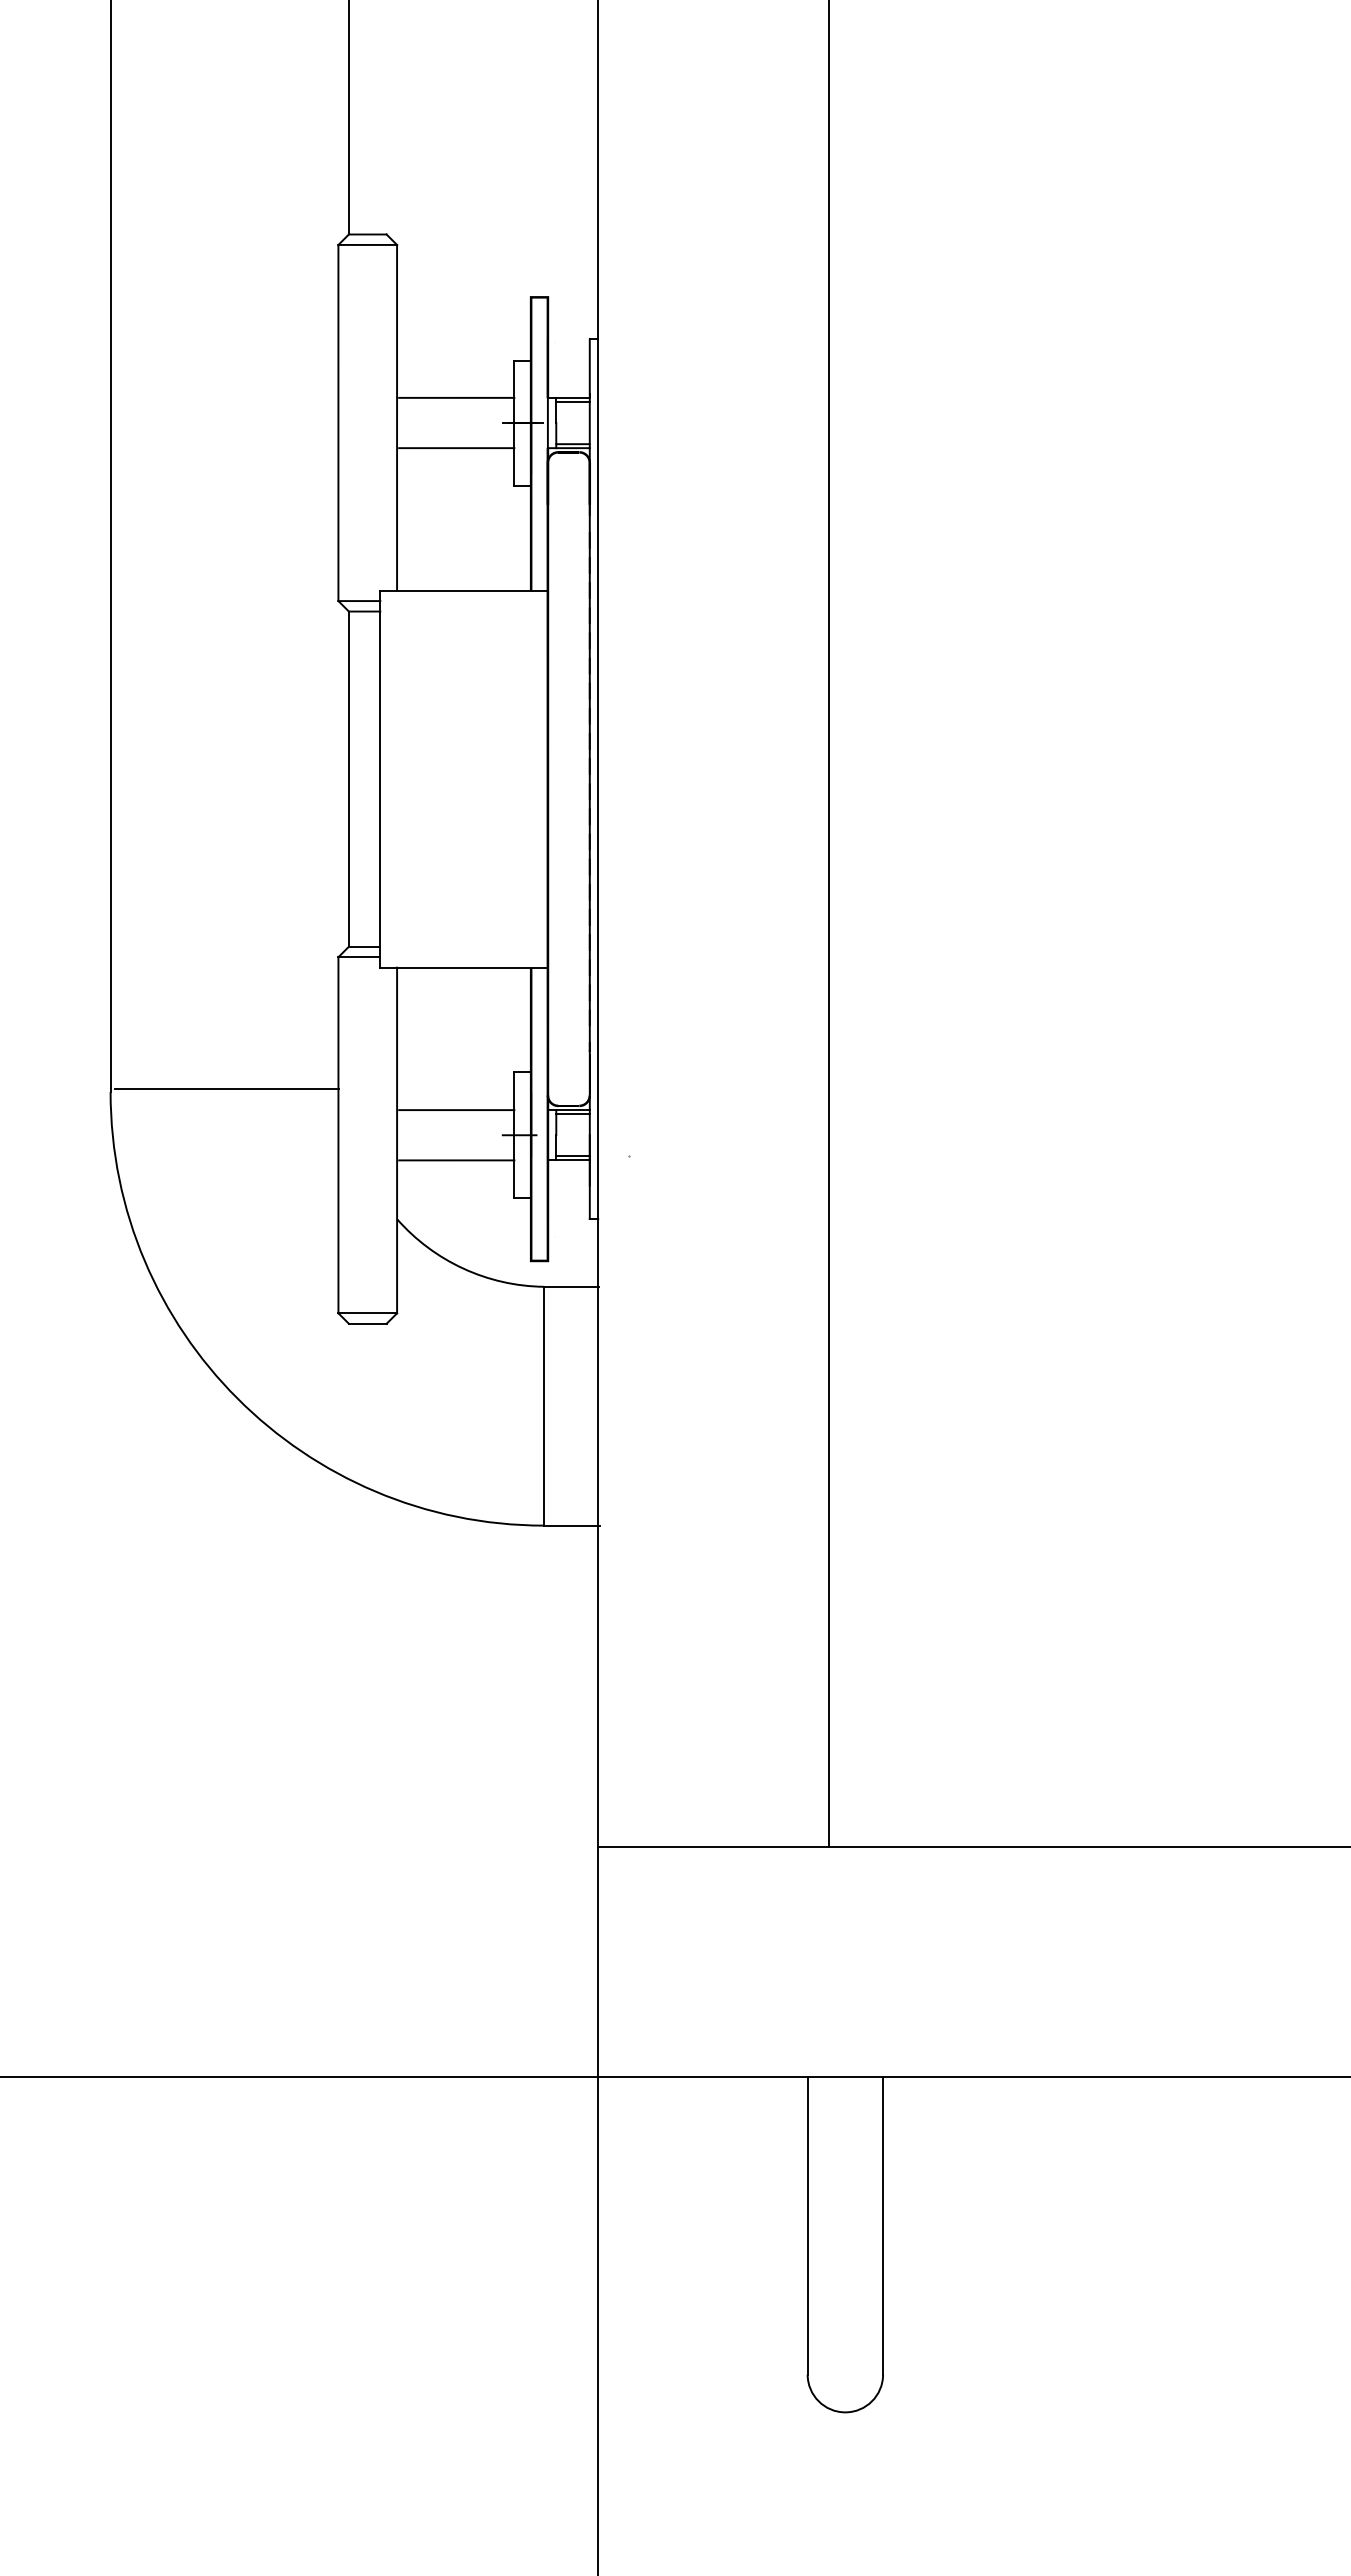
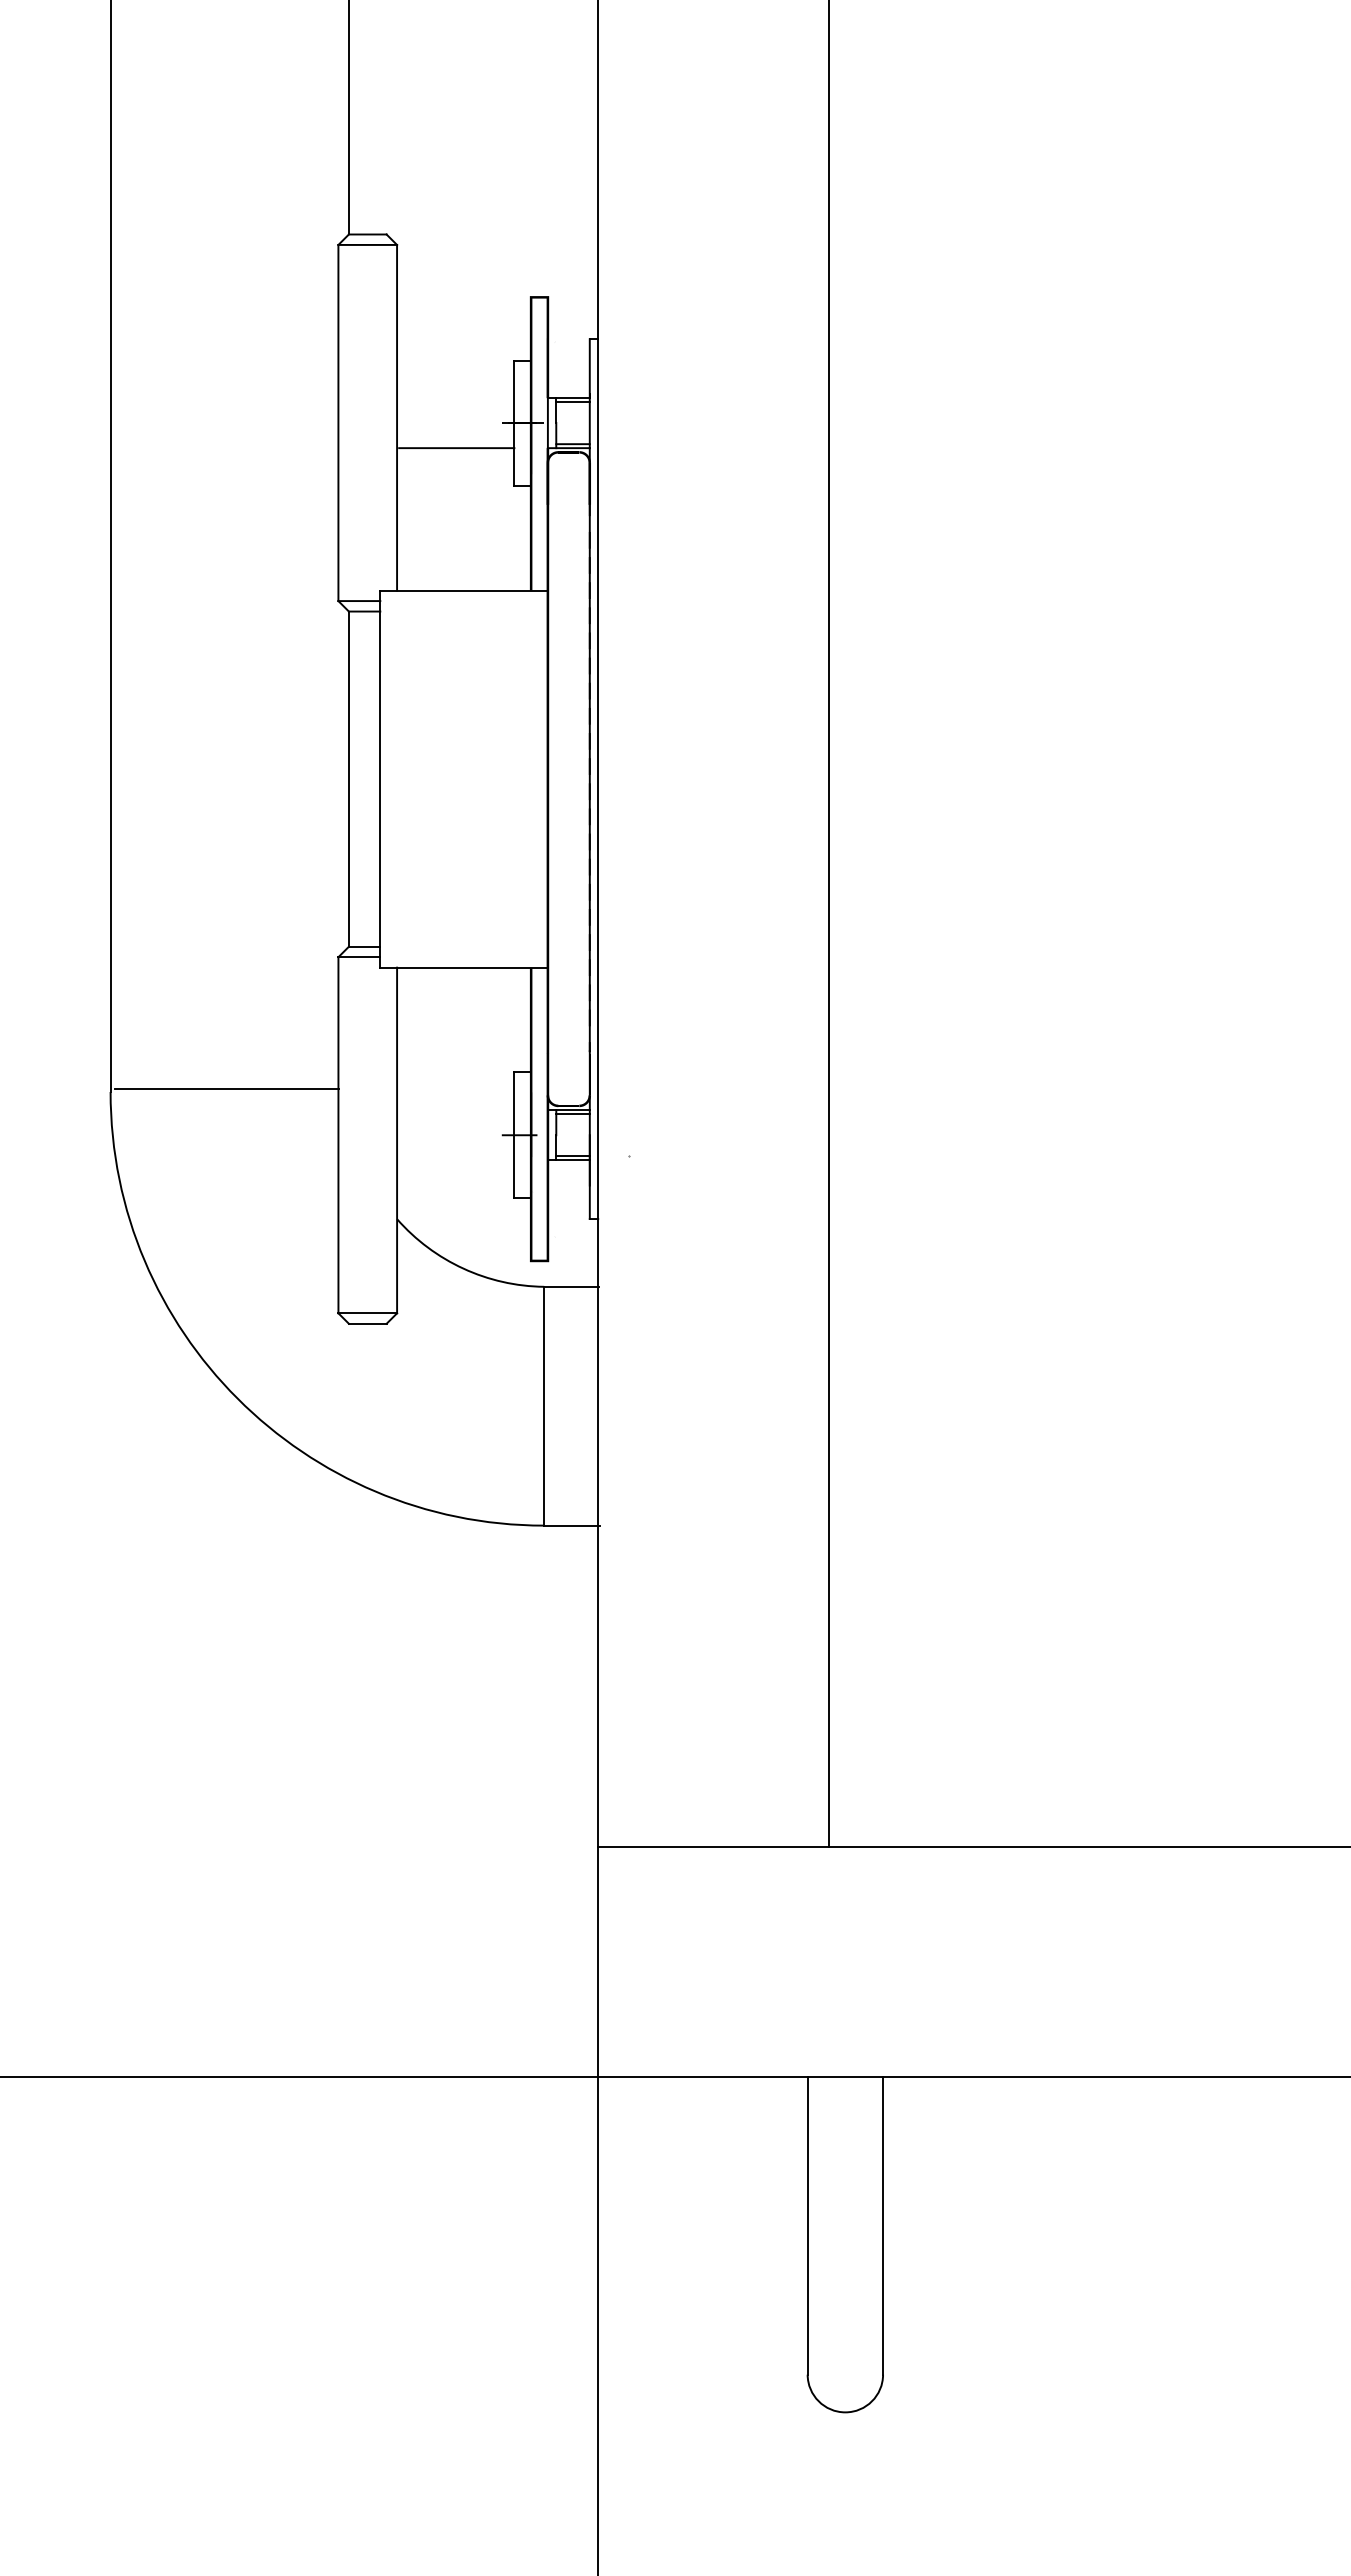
line at (456, 397): present -> none
line at (456, 1110): present -> none
line at (456, 1160): present -> none
